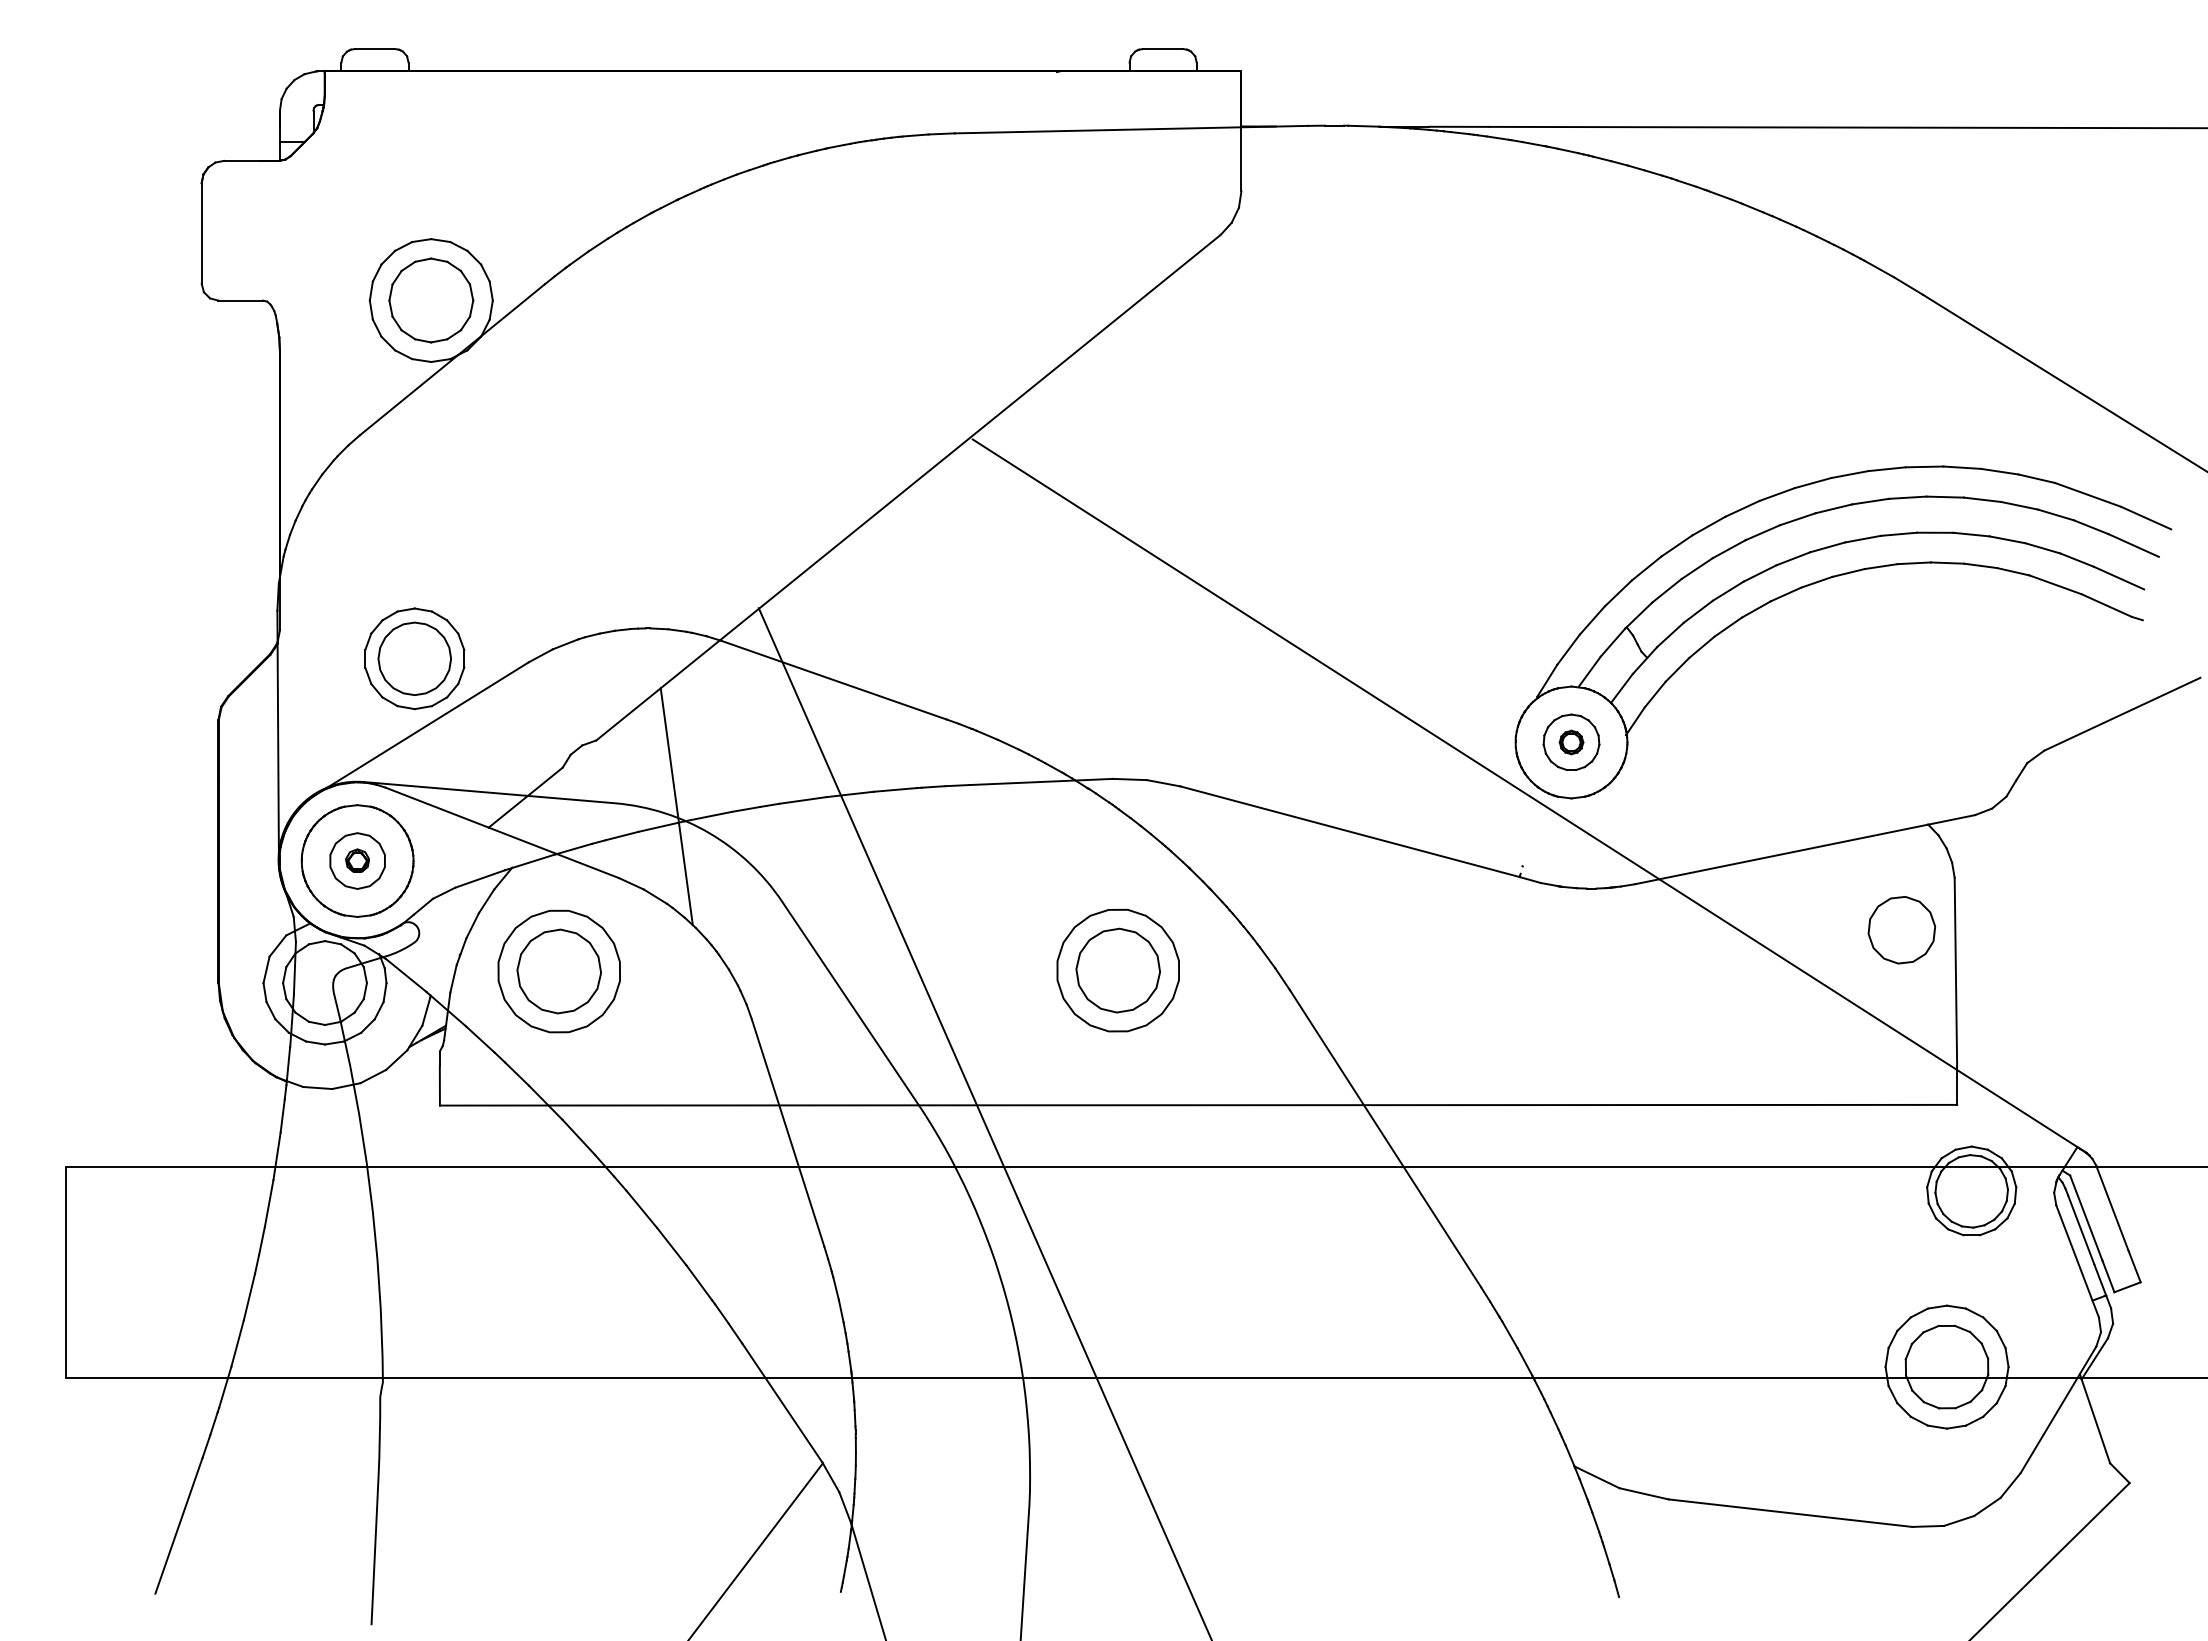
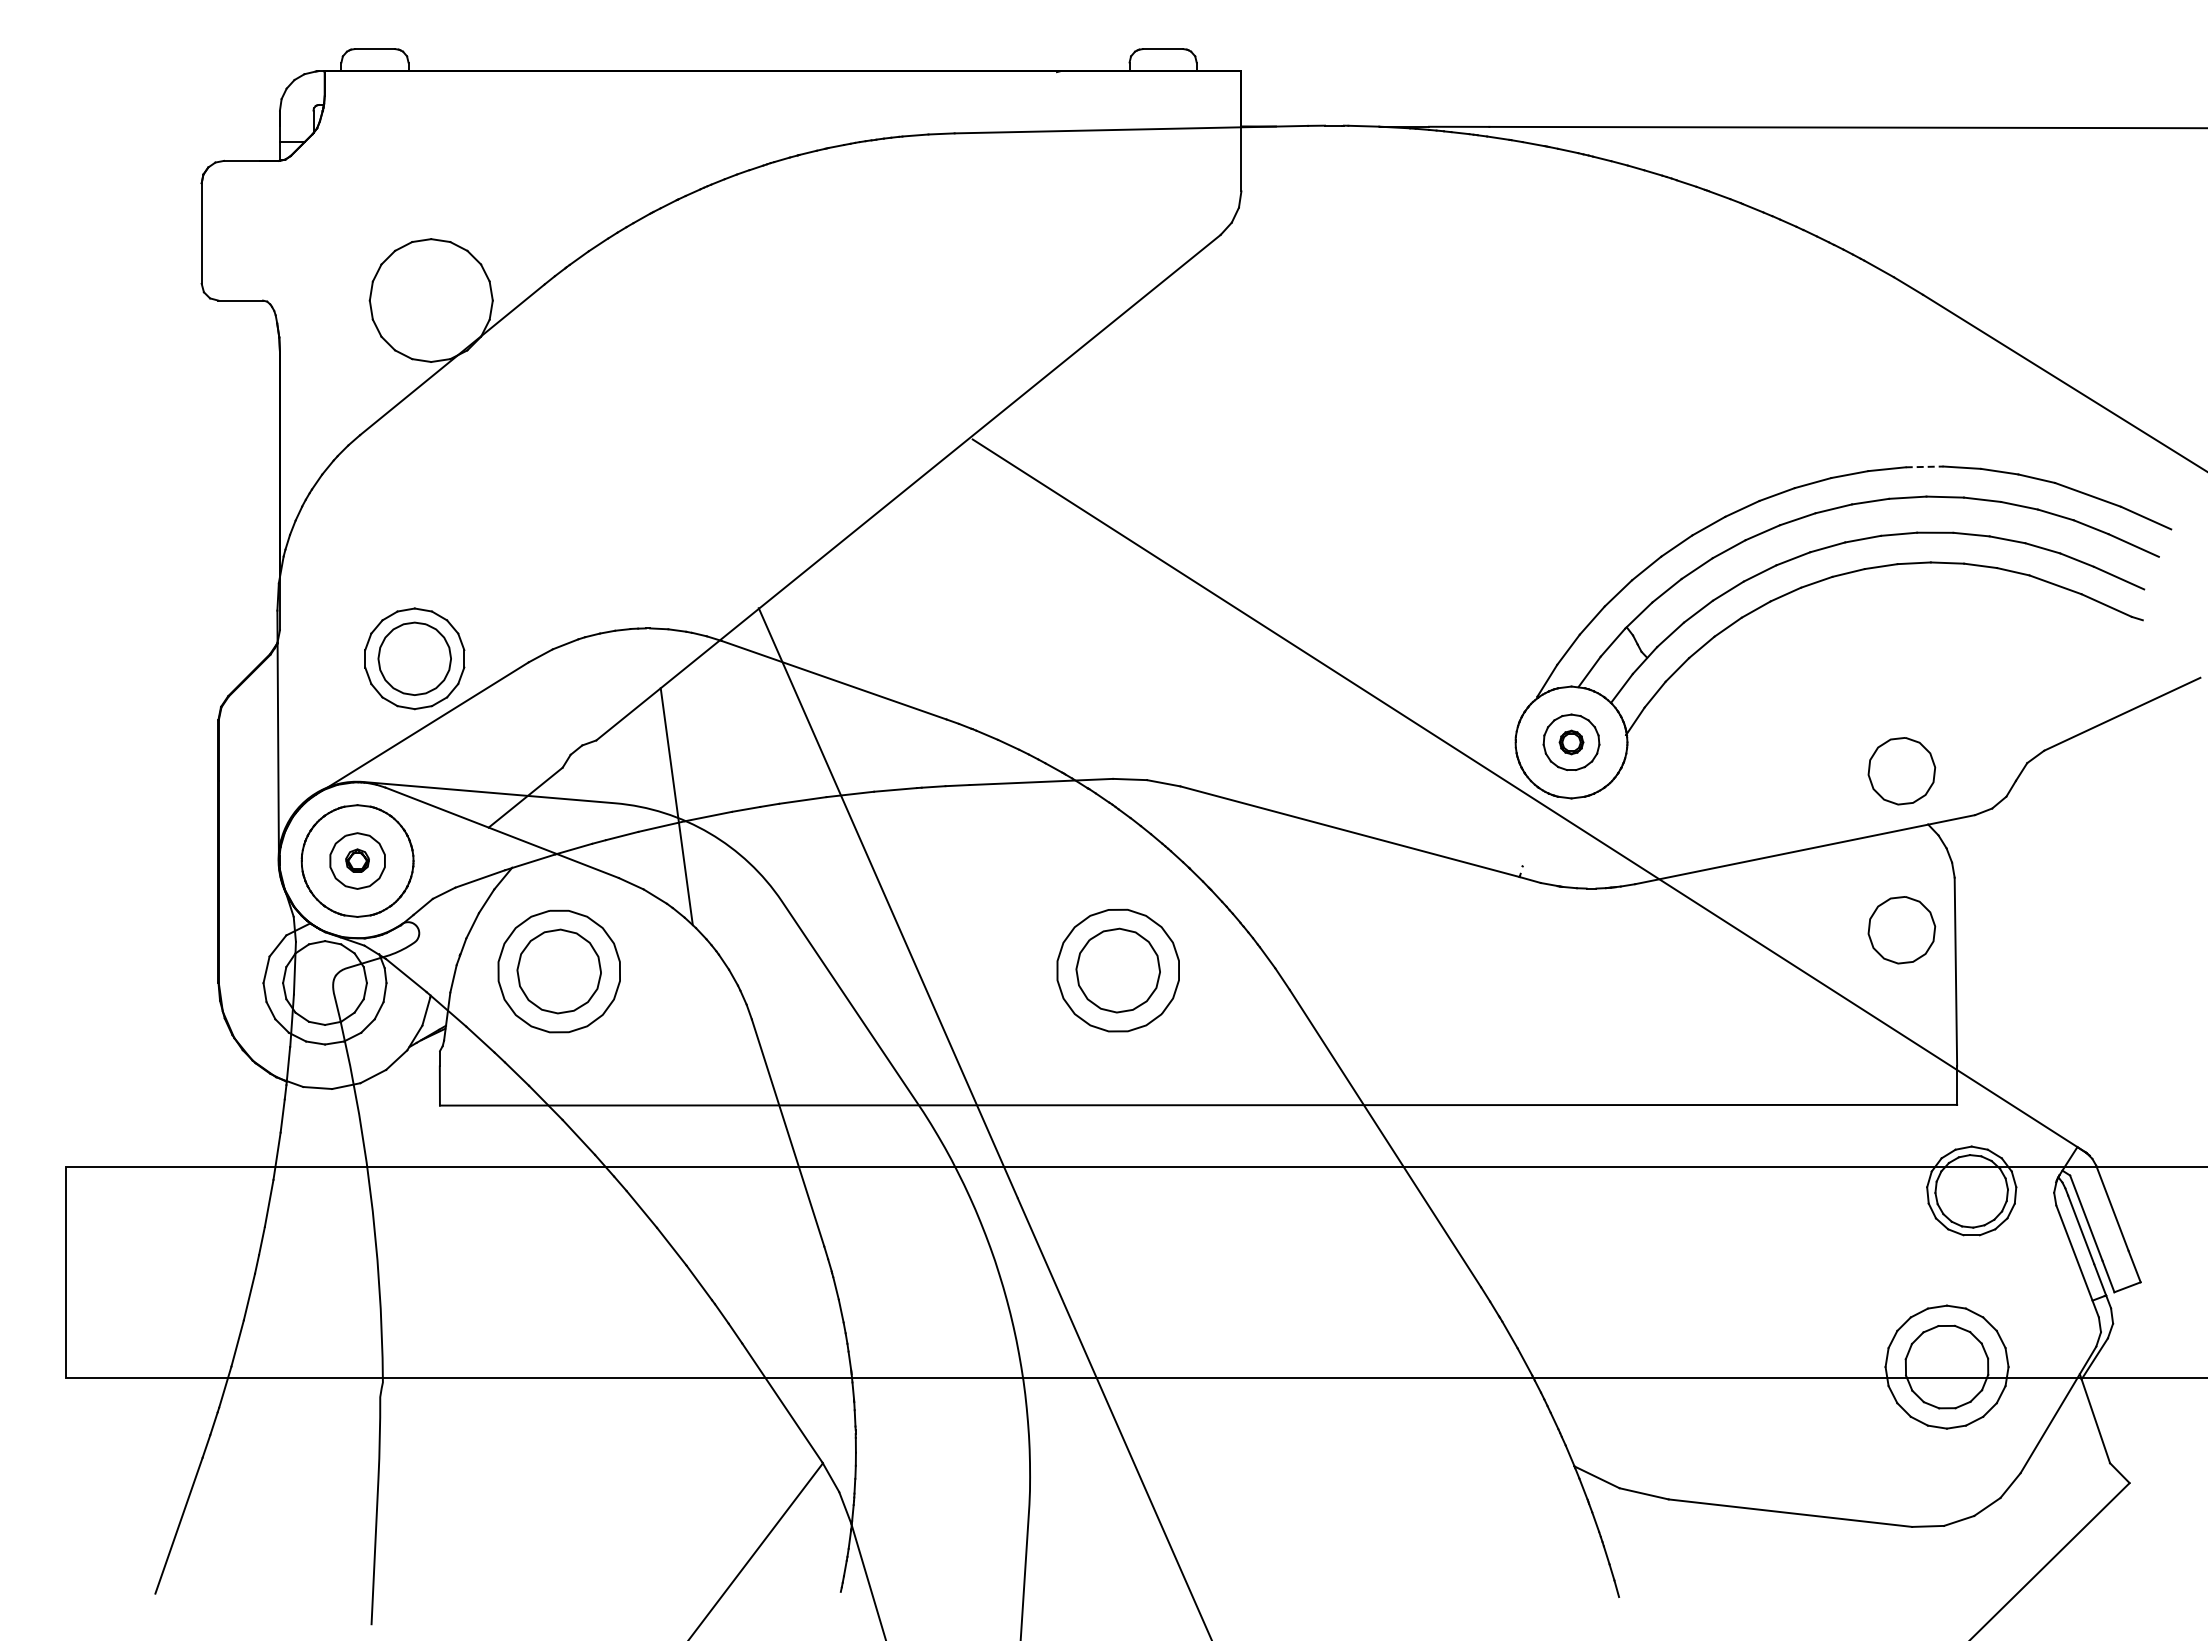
part at (431, 300): present -> none
line at (1924, 466): solid -> dashed
part at (1901, 771): none -> present
